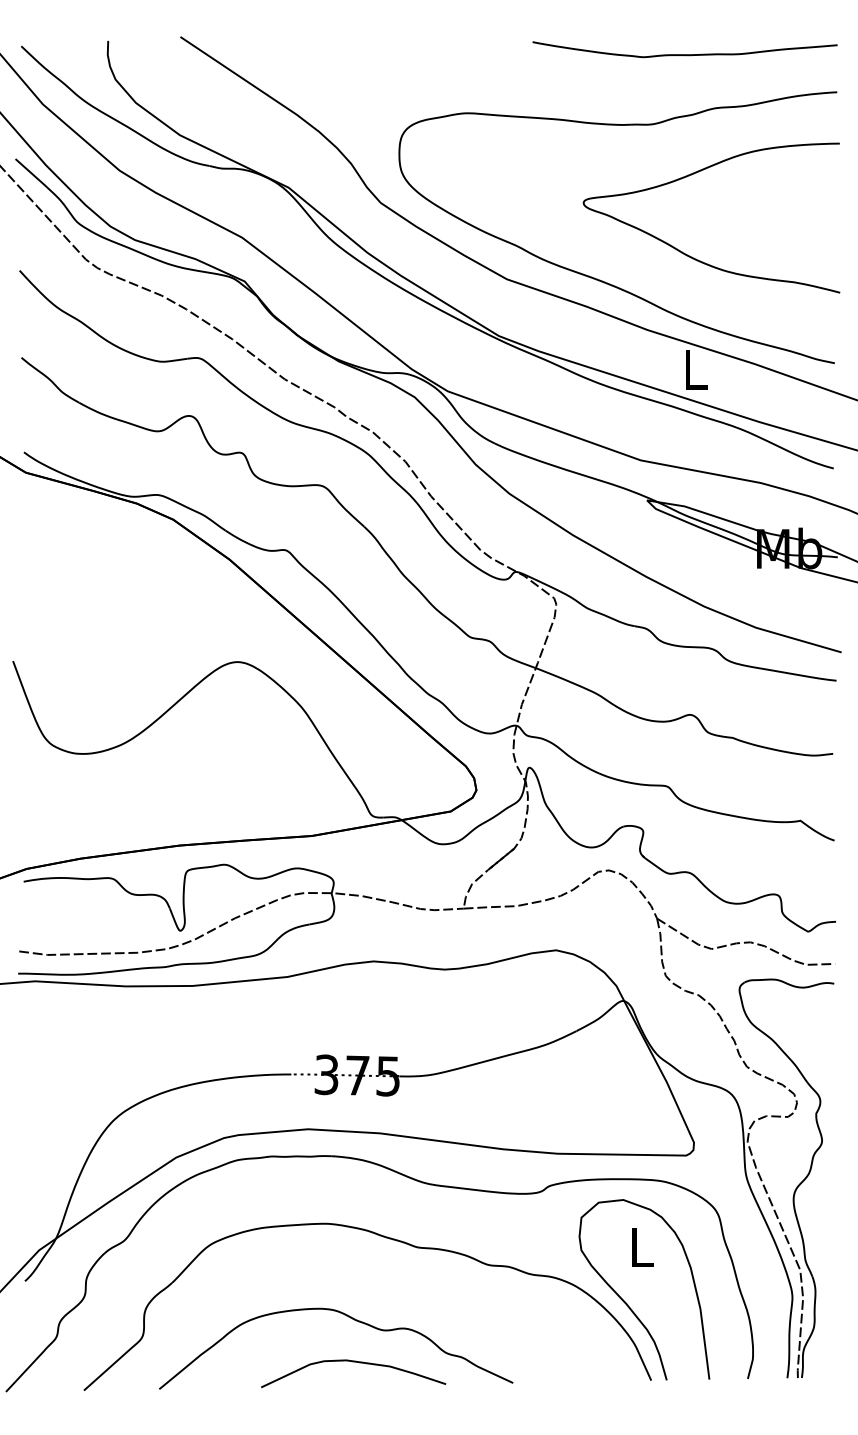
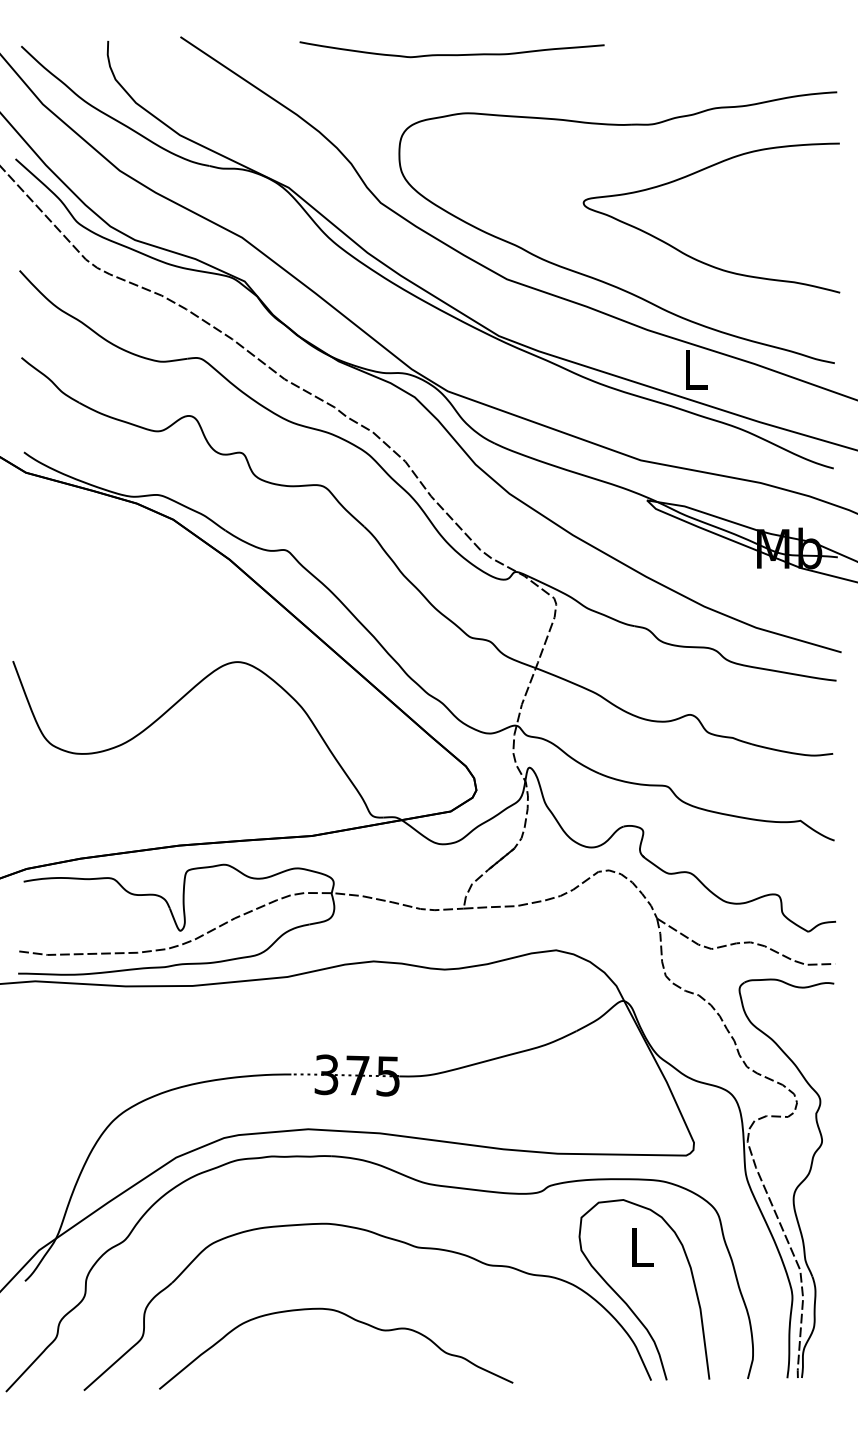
curve at (684, 54) position: (684, 54) -> (451, 54)
curve at (353, 1362): present -> none
